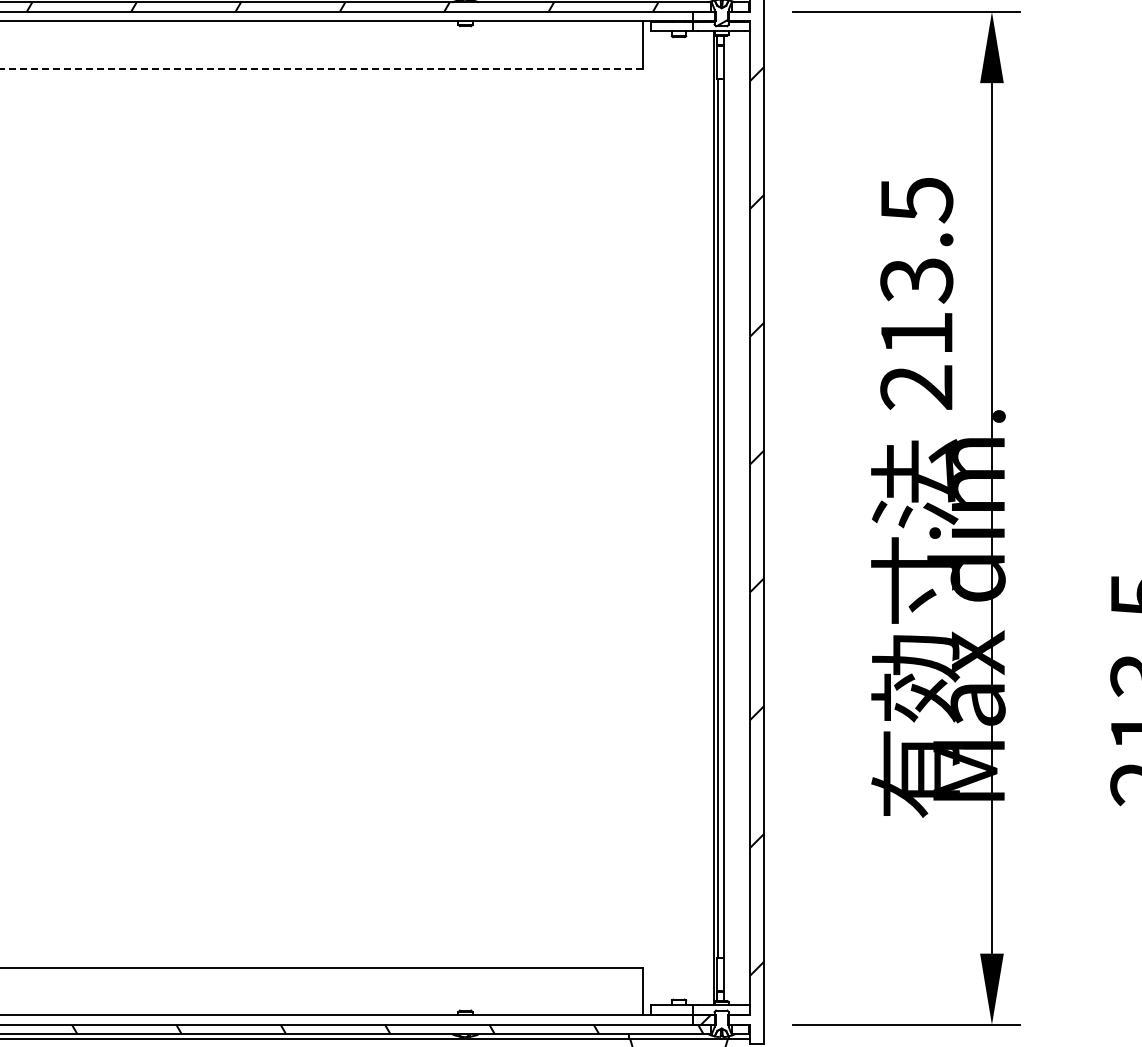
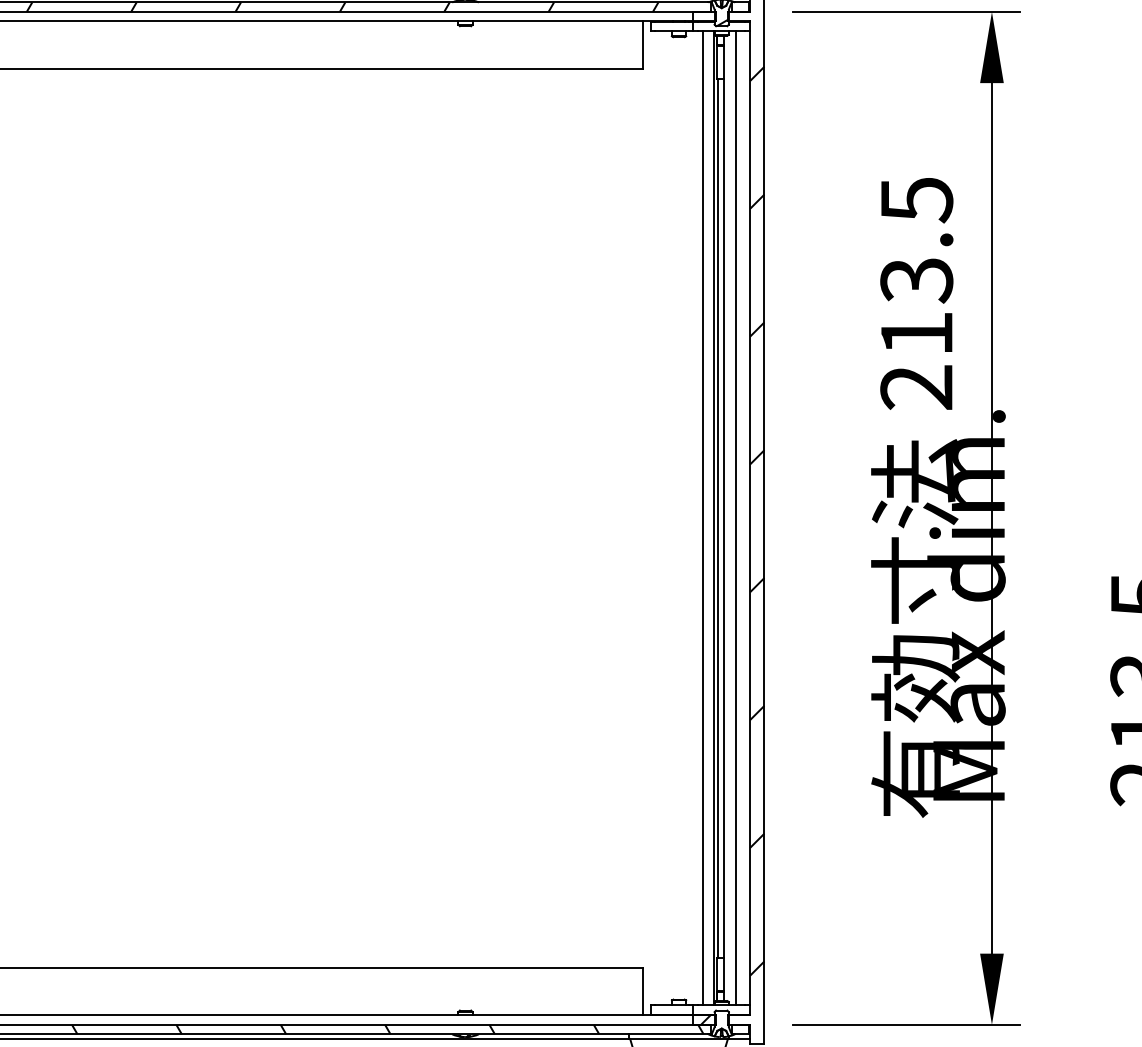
line at (321, 68): dashed -> solid
line at (702, 518): none -> present
line at (735, 518): none -> present
